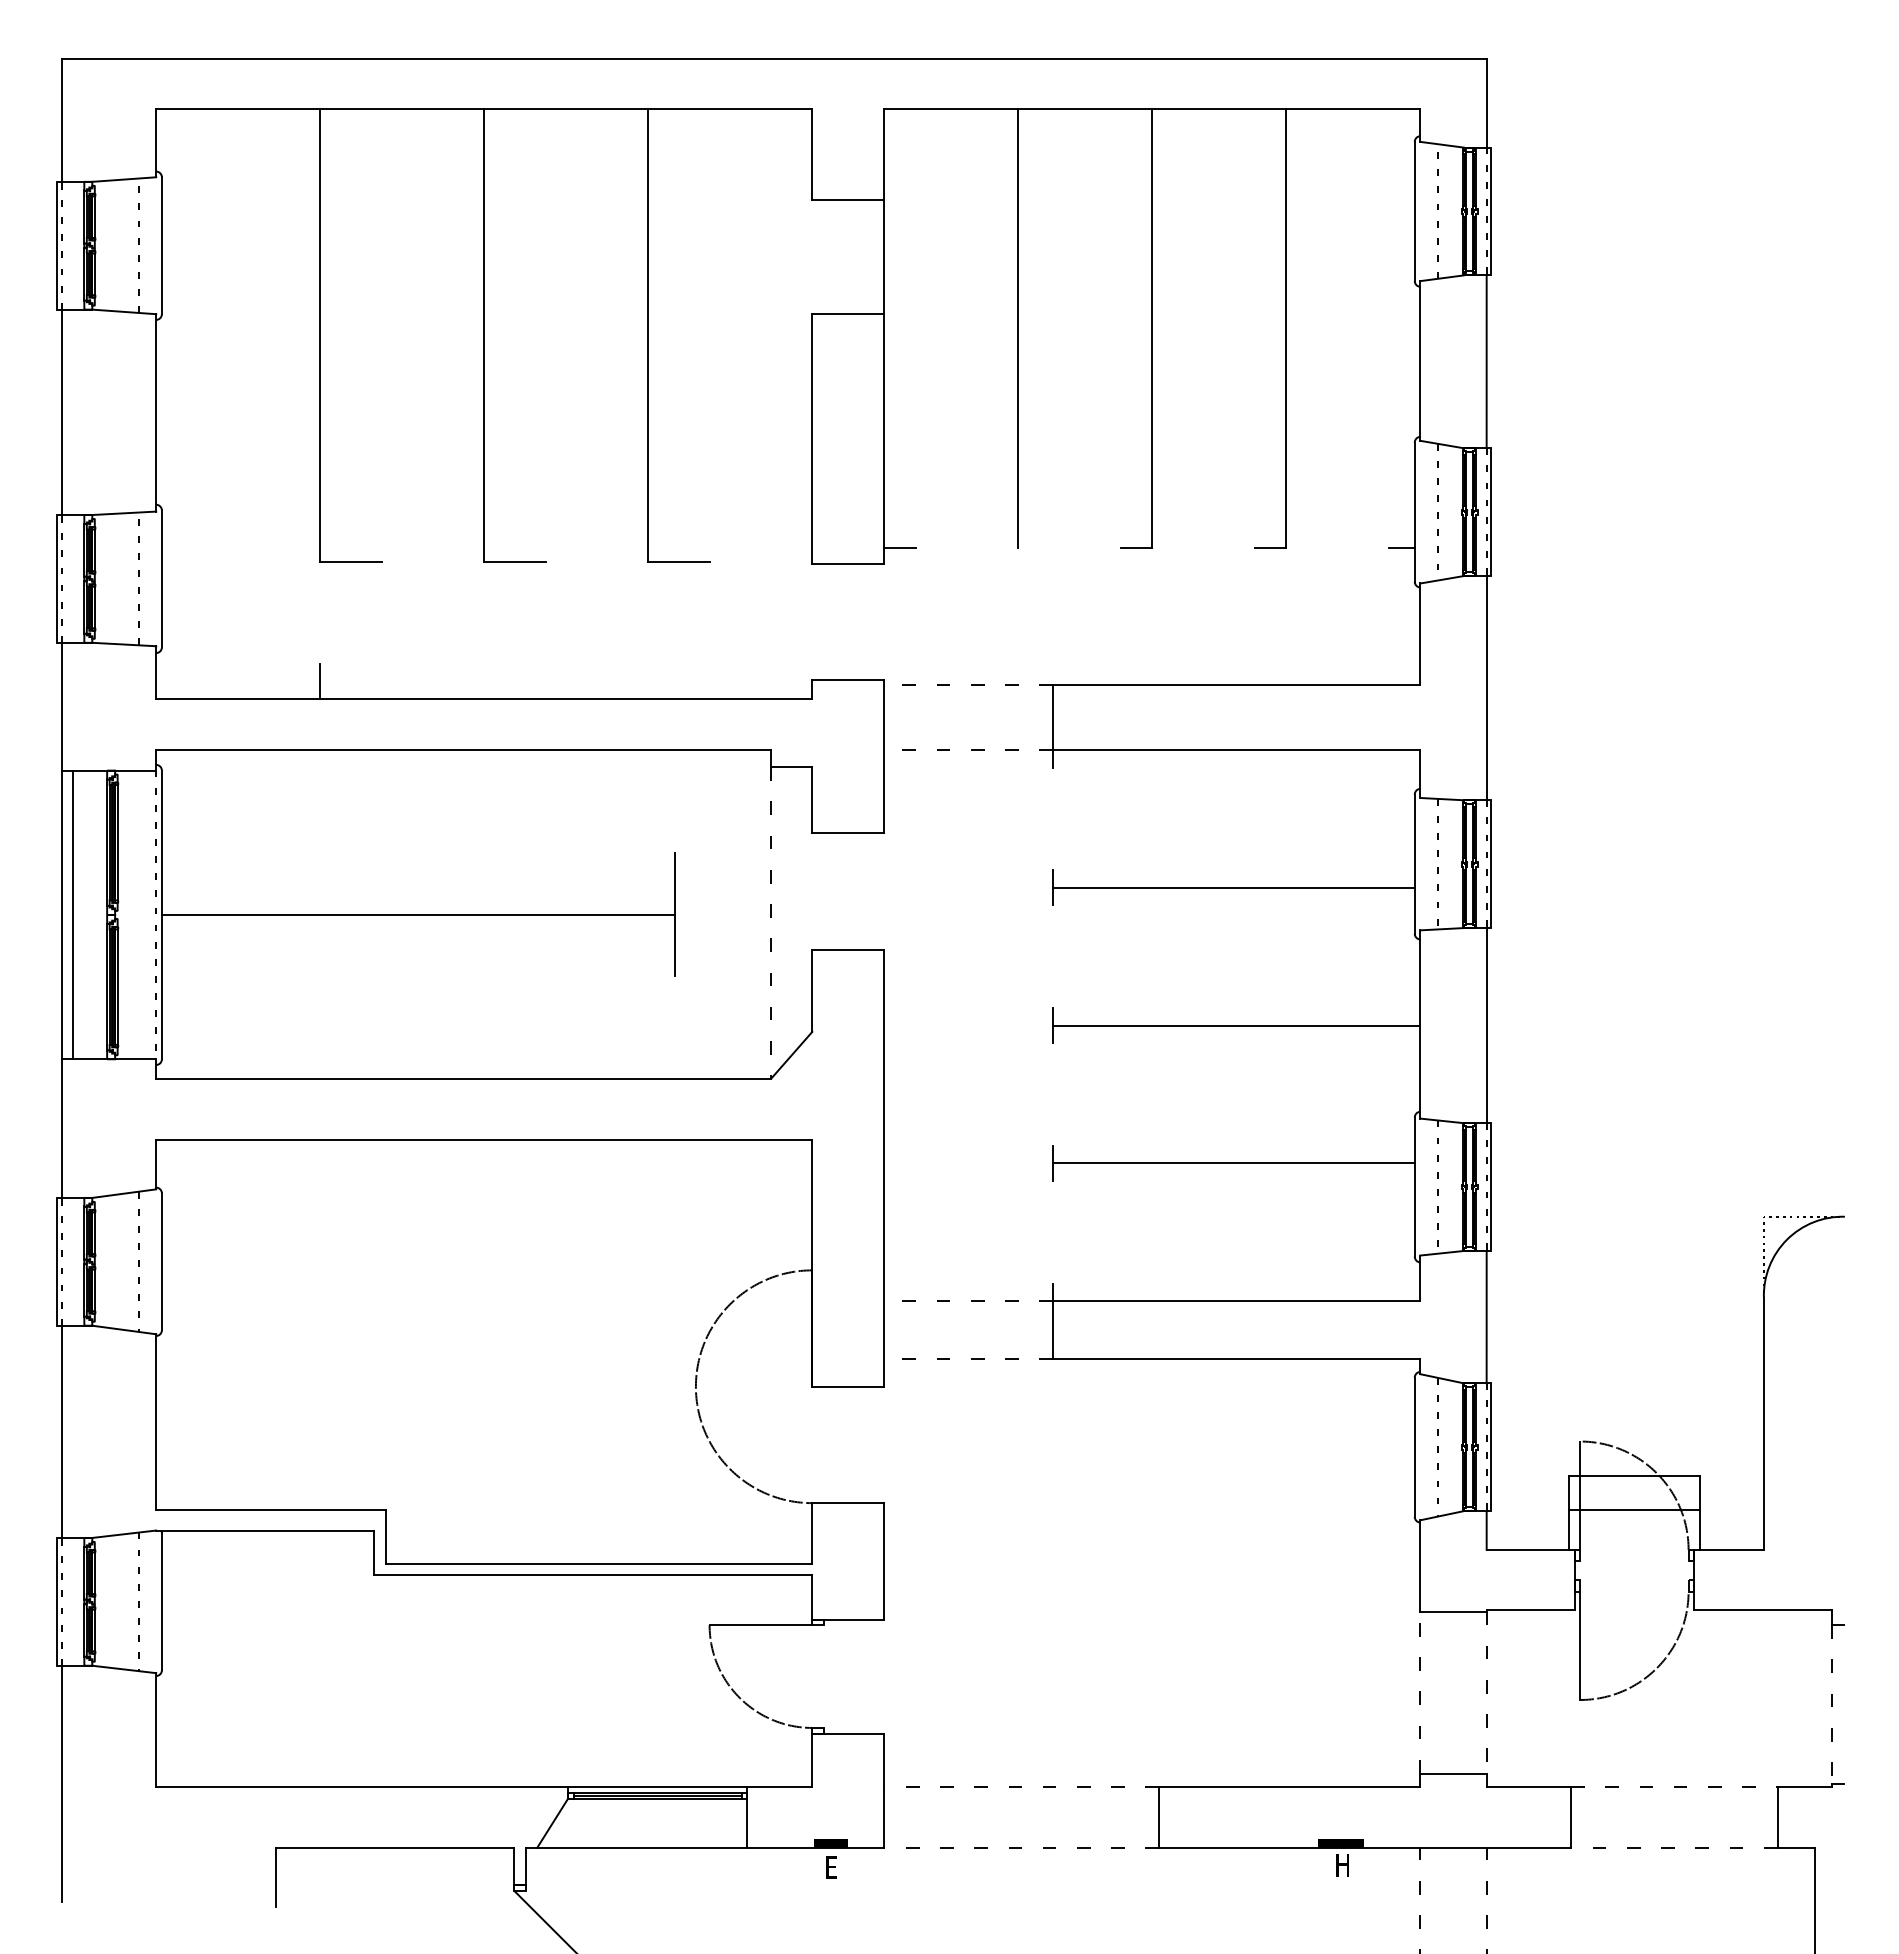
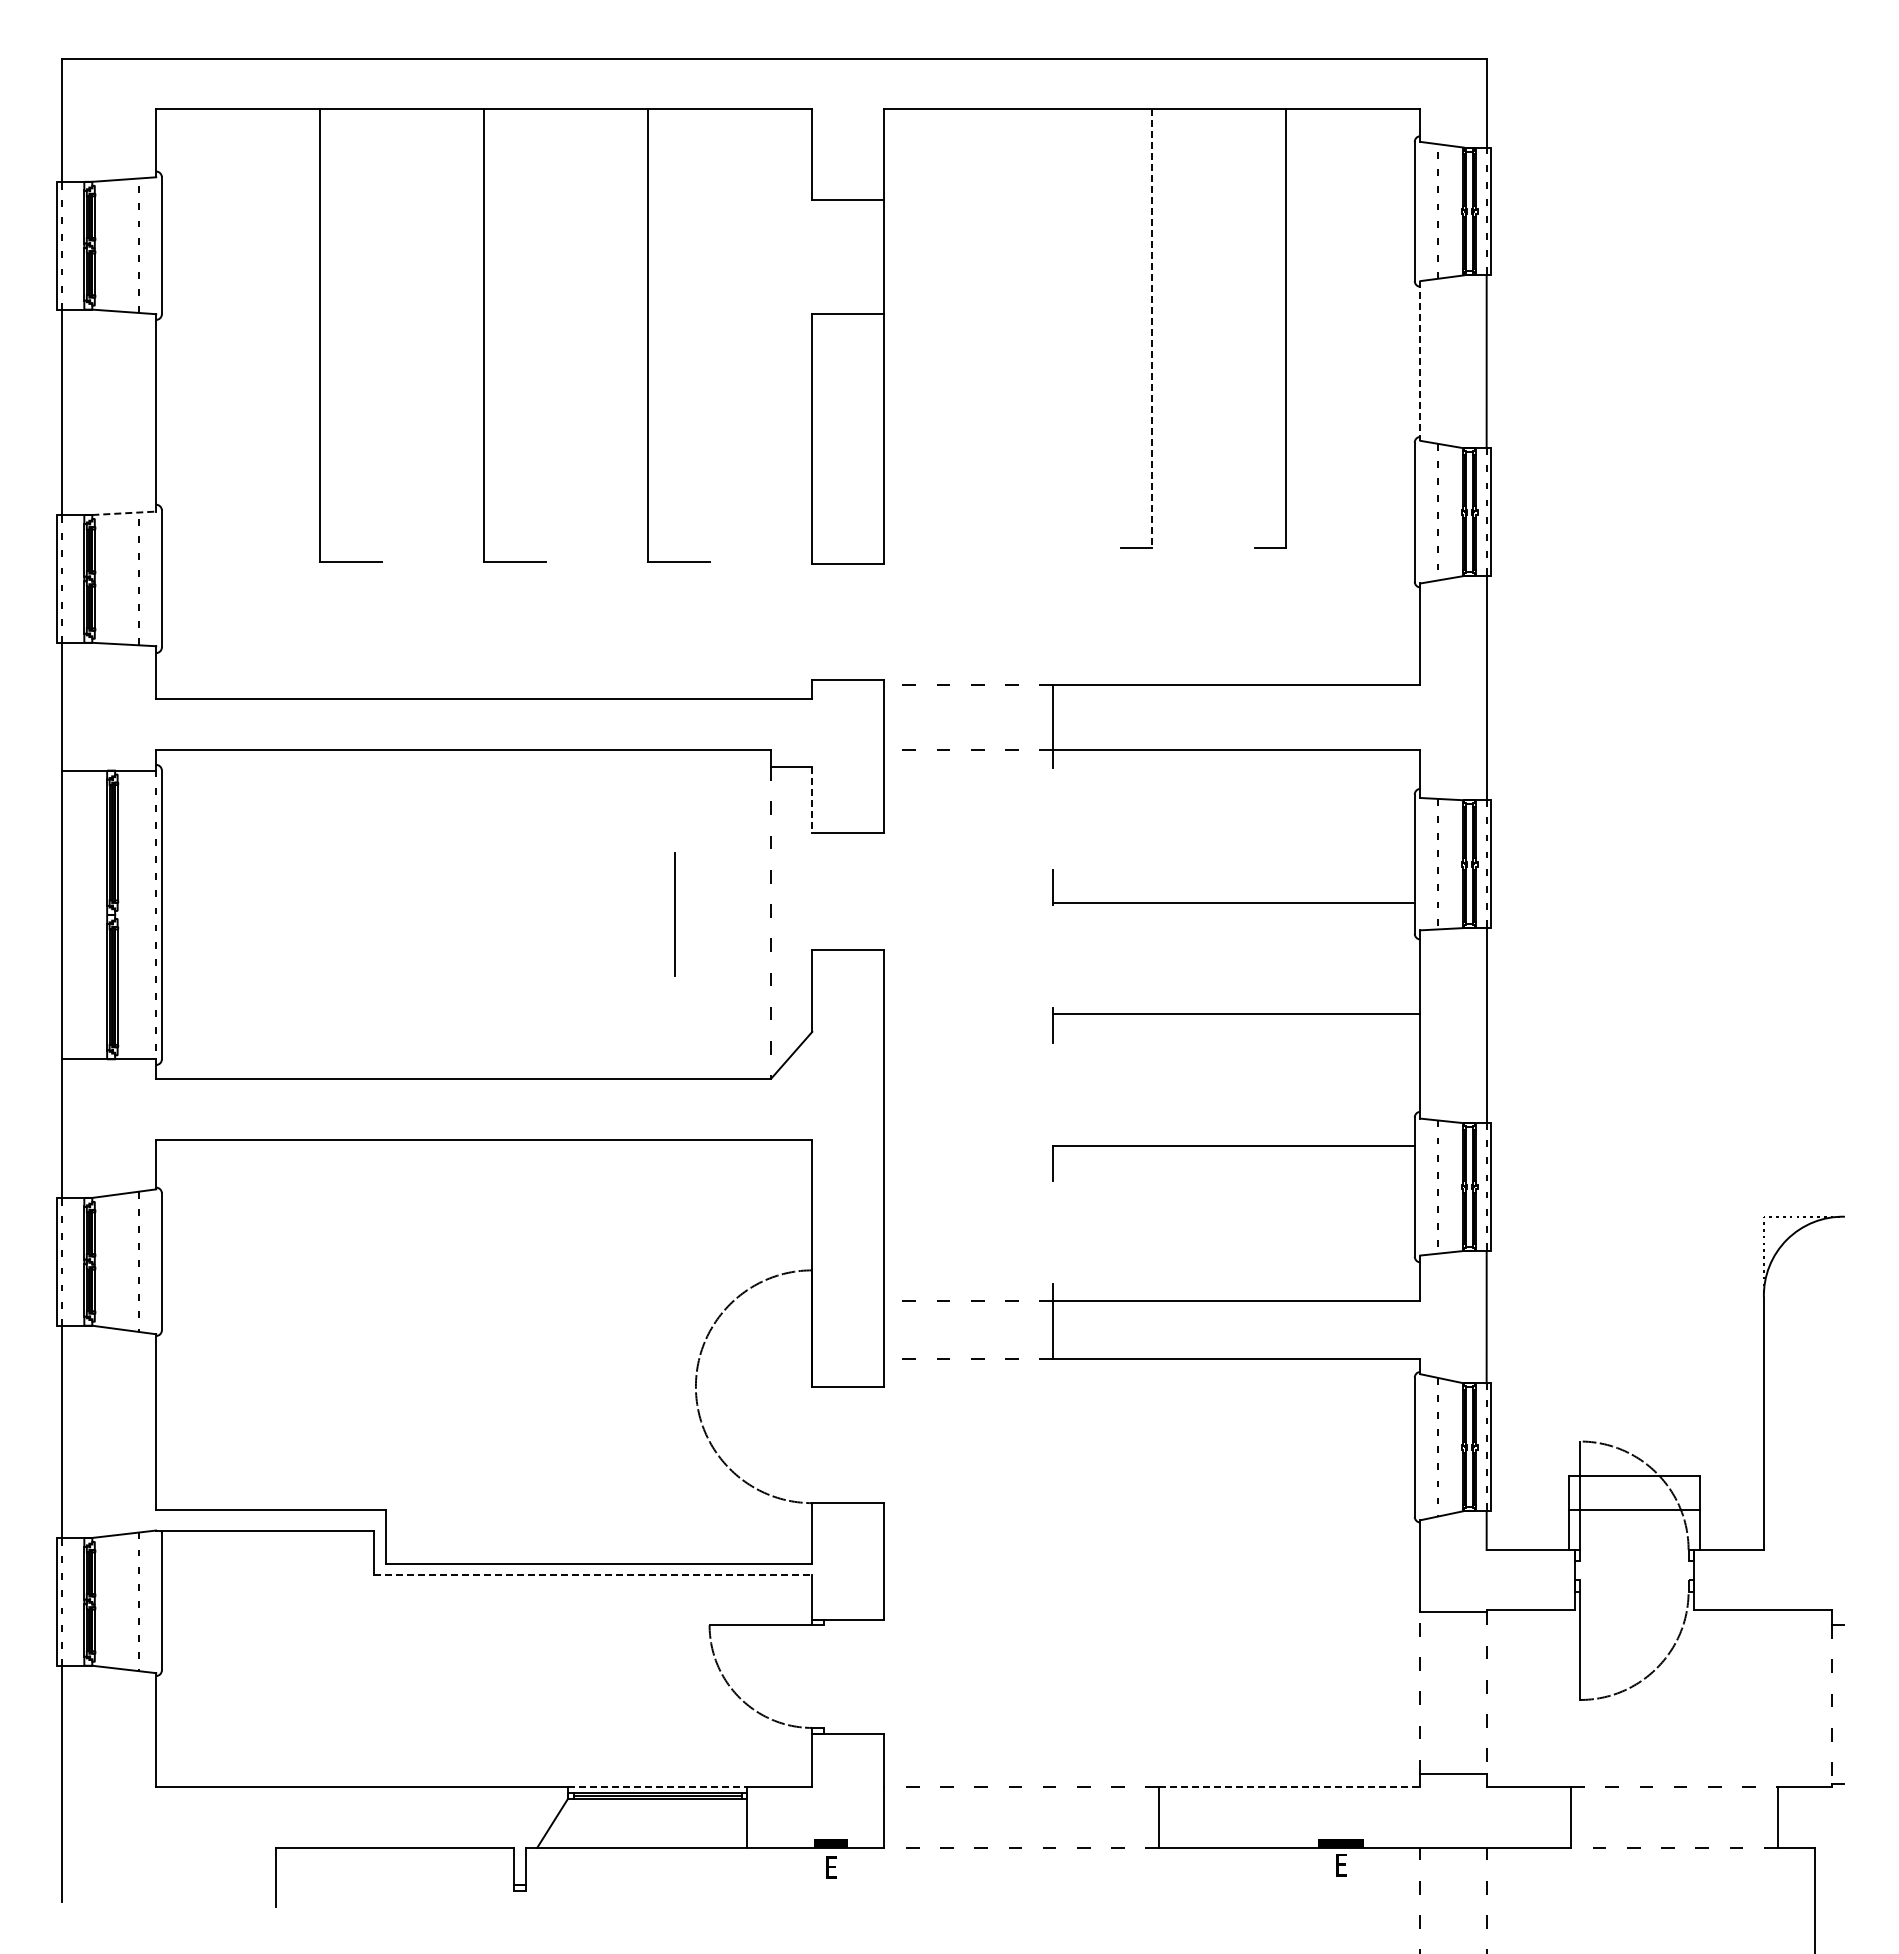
line at (1018, 328): present -> none
line at (1152, 328): solid -> dashed
line at (1420, 360): solid -> dashed
line at (124, 513): solid -> dashed
line at (899, 548): present -> none
line at (1401, 548): present -> none
line at (320, 681): present -> none
line at (812, 800): solid -> dashed
line at (1233, 887) position: (1233, 887) -> (1233, 902)
line at (72, 914): present -> none
line at (418, 914): present -> none
line at (1236, 1025) position: (1236, 1025) -> (1236, 1013)
line at (1233, 1163) position: (1233, 1163) -> (1233, 1146)
line at (593, 1575): solid -> dashed
line at (657, 1787): solid -> dashed
line at (1289, 1787): solid -> dashed
text at (1343, 1865): H -> E
line at (544, 1920): present -> none
